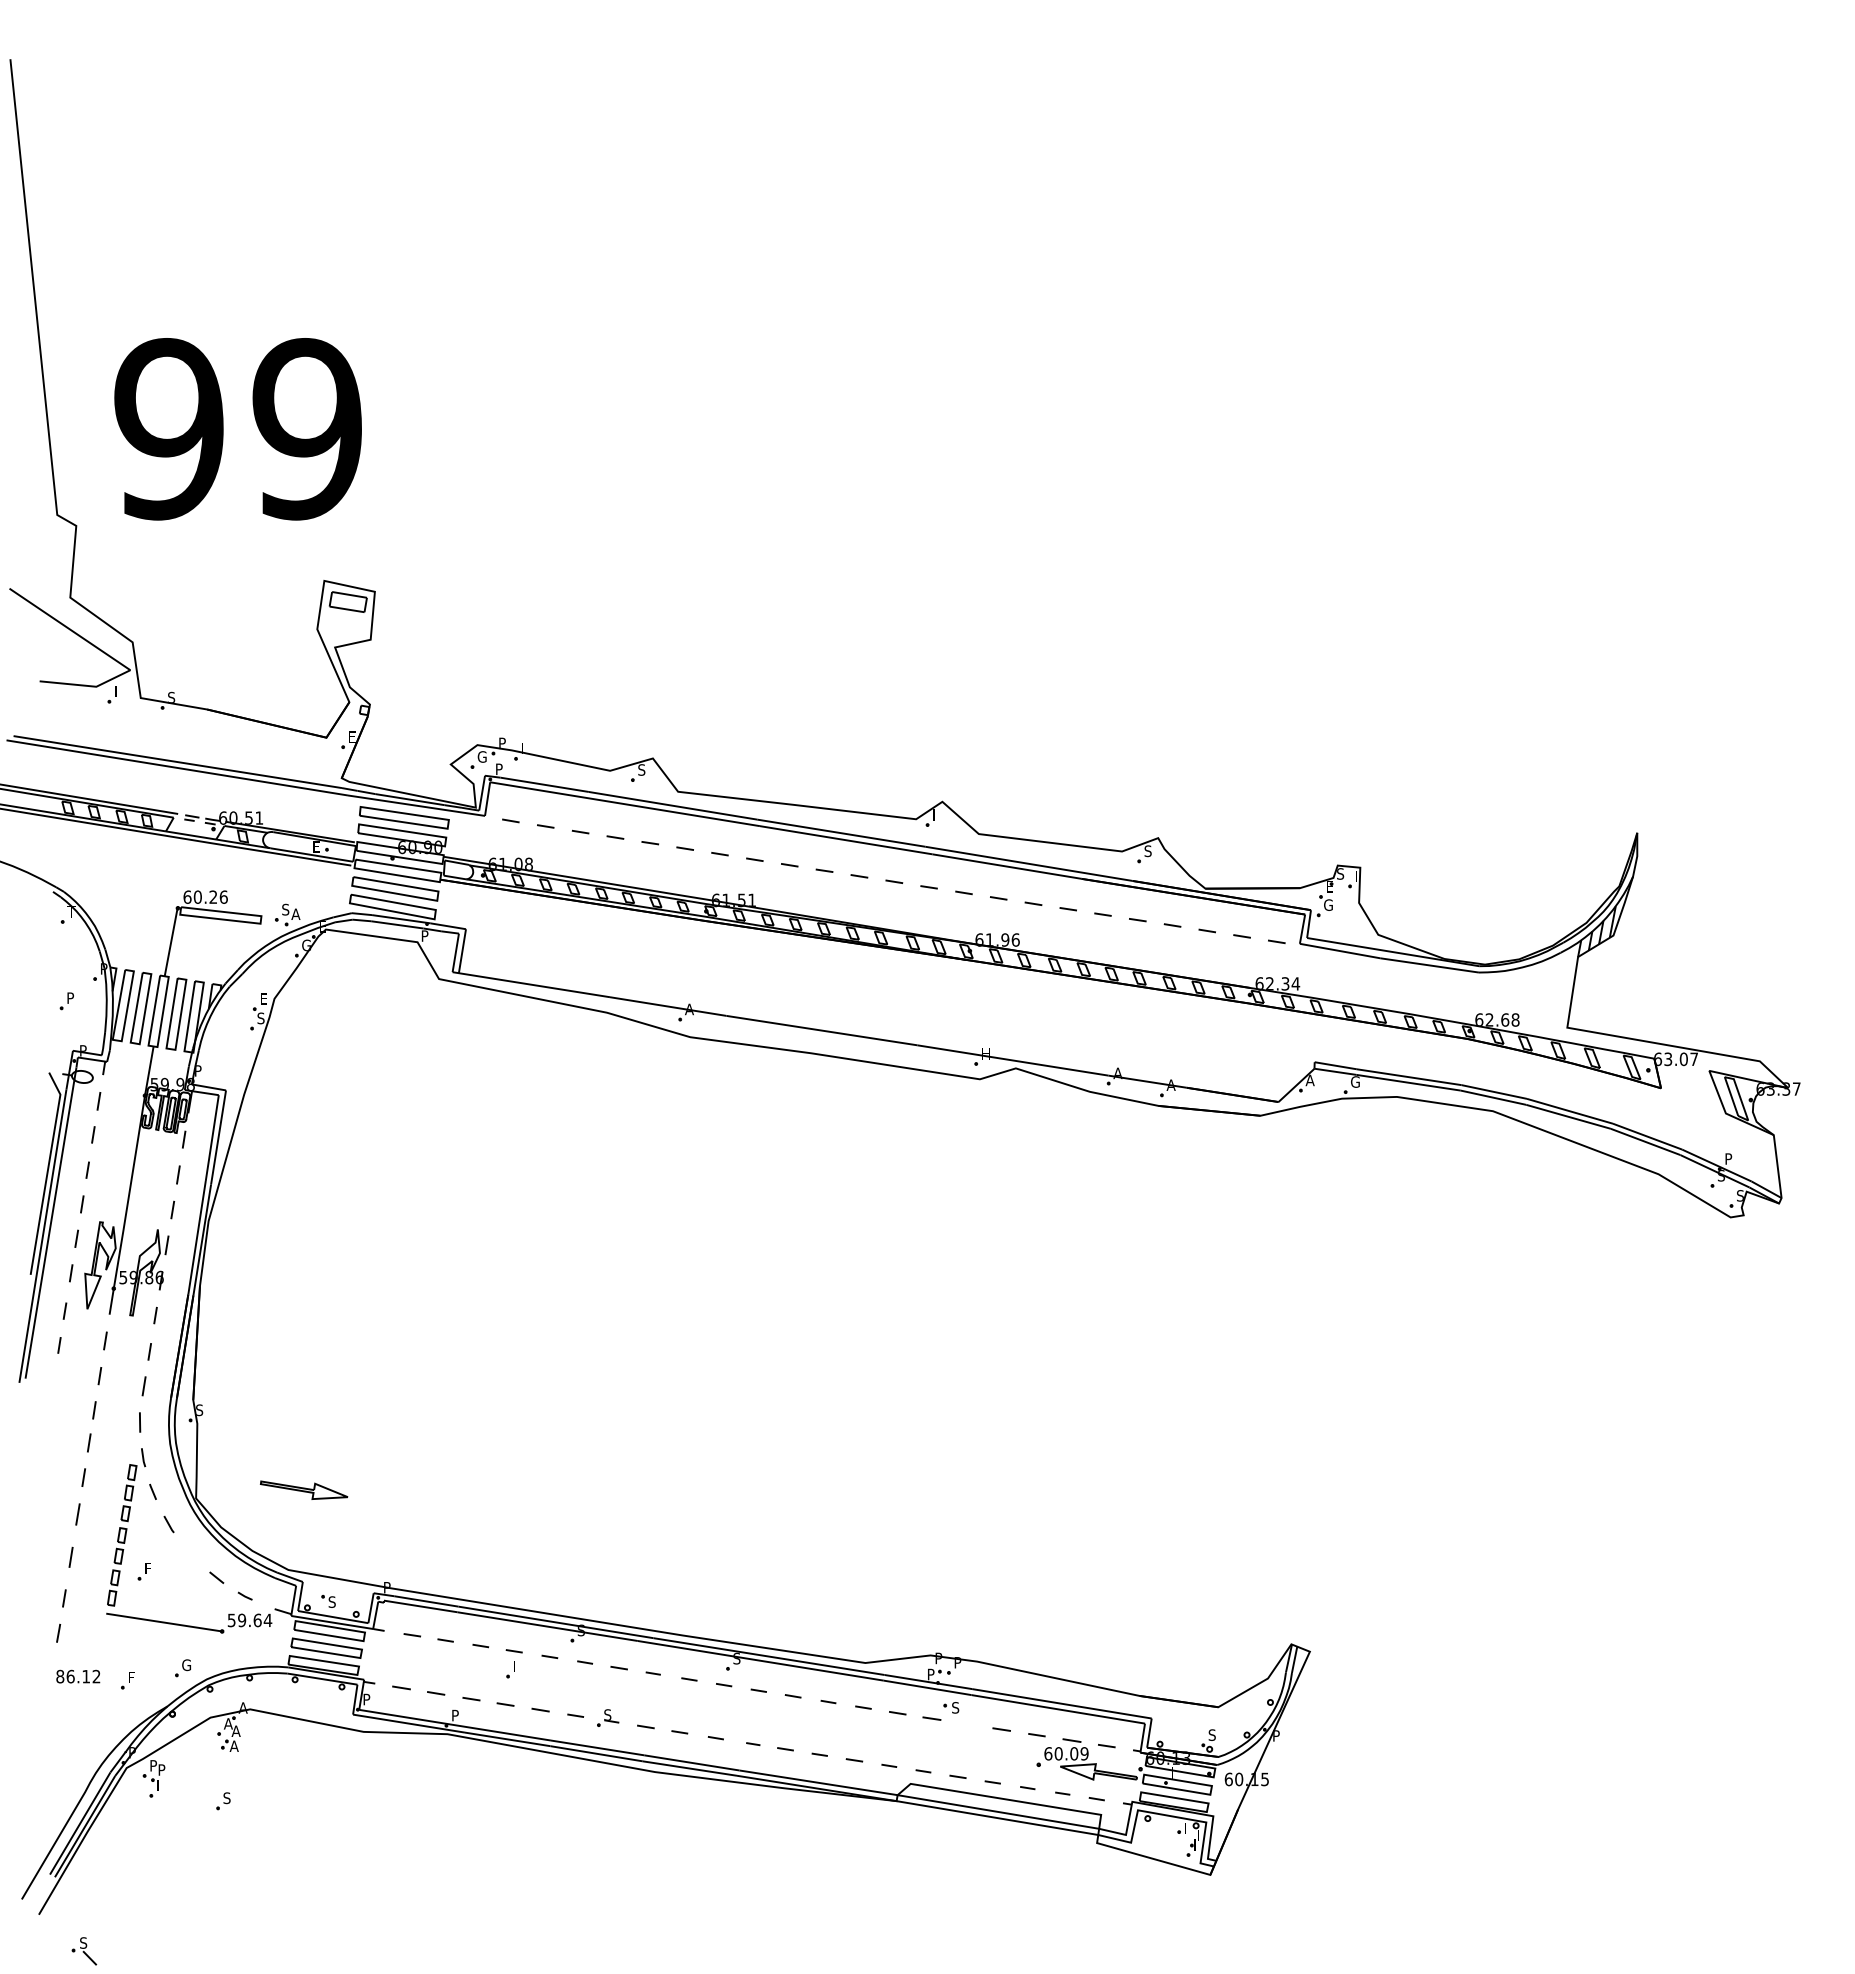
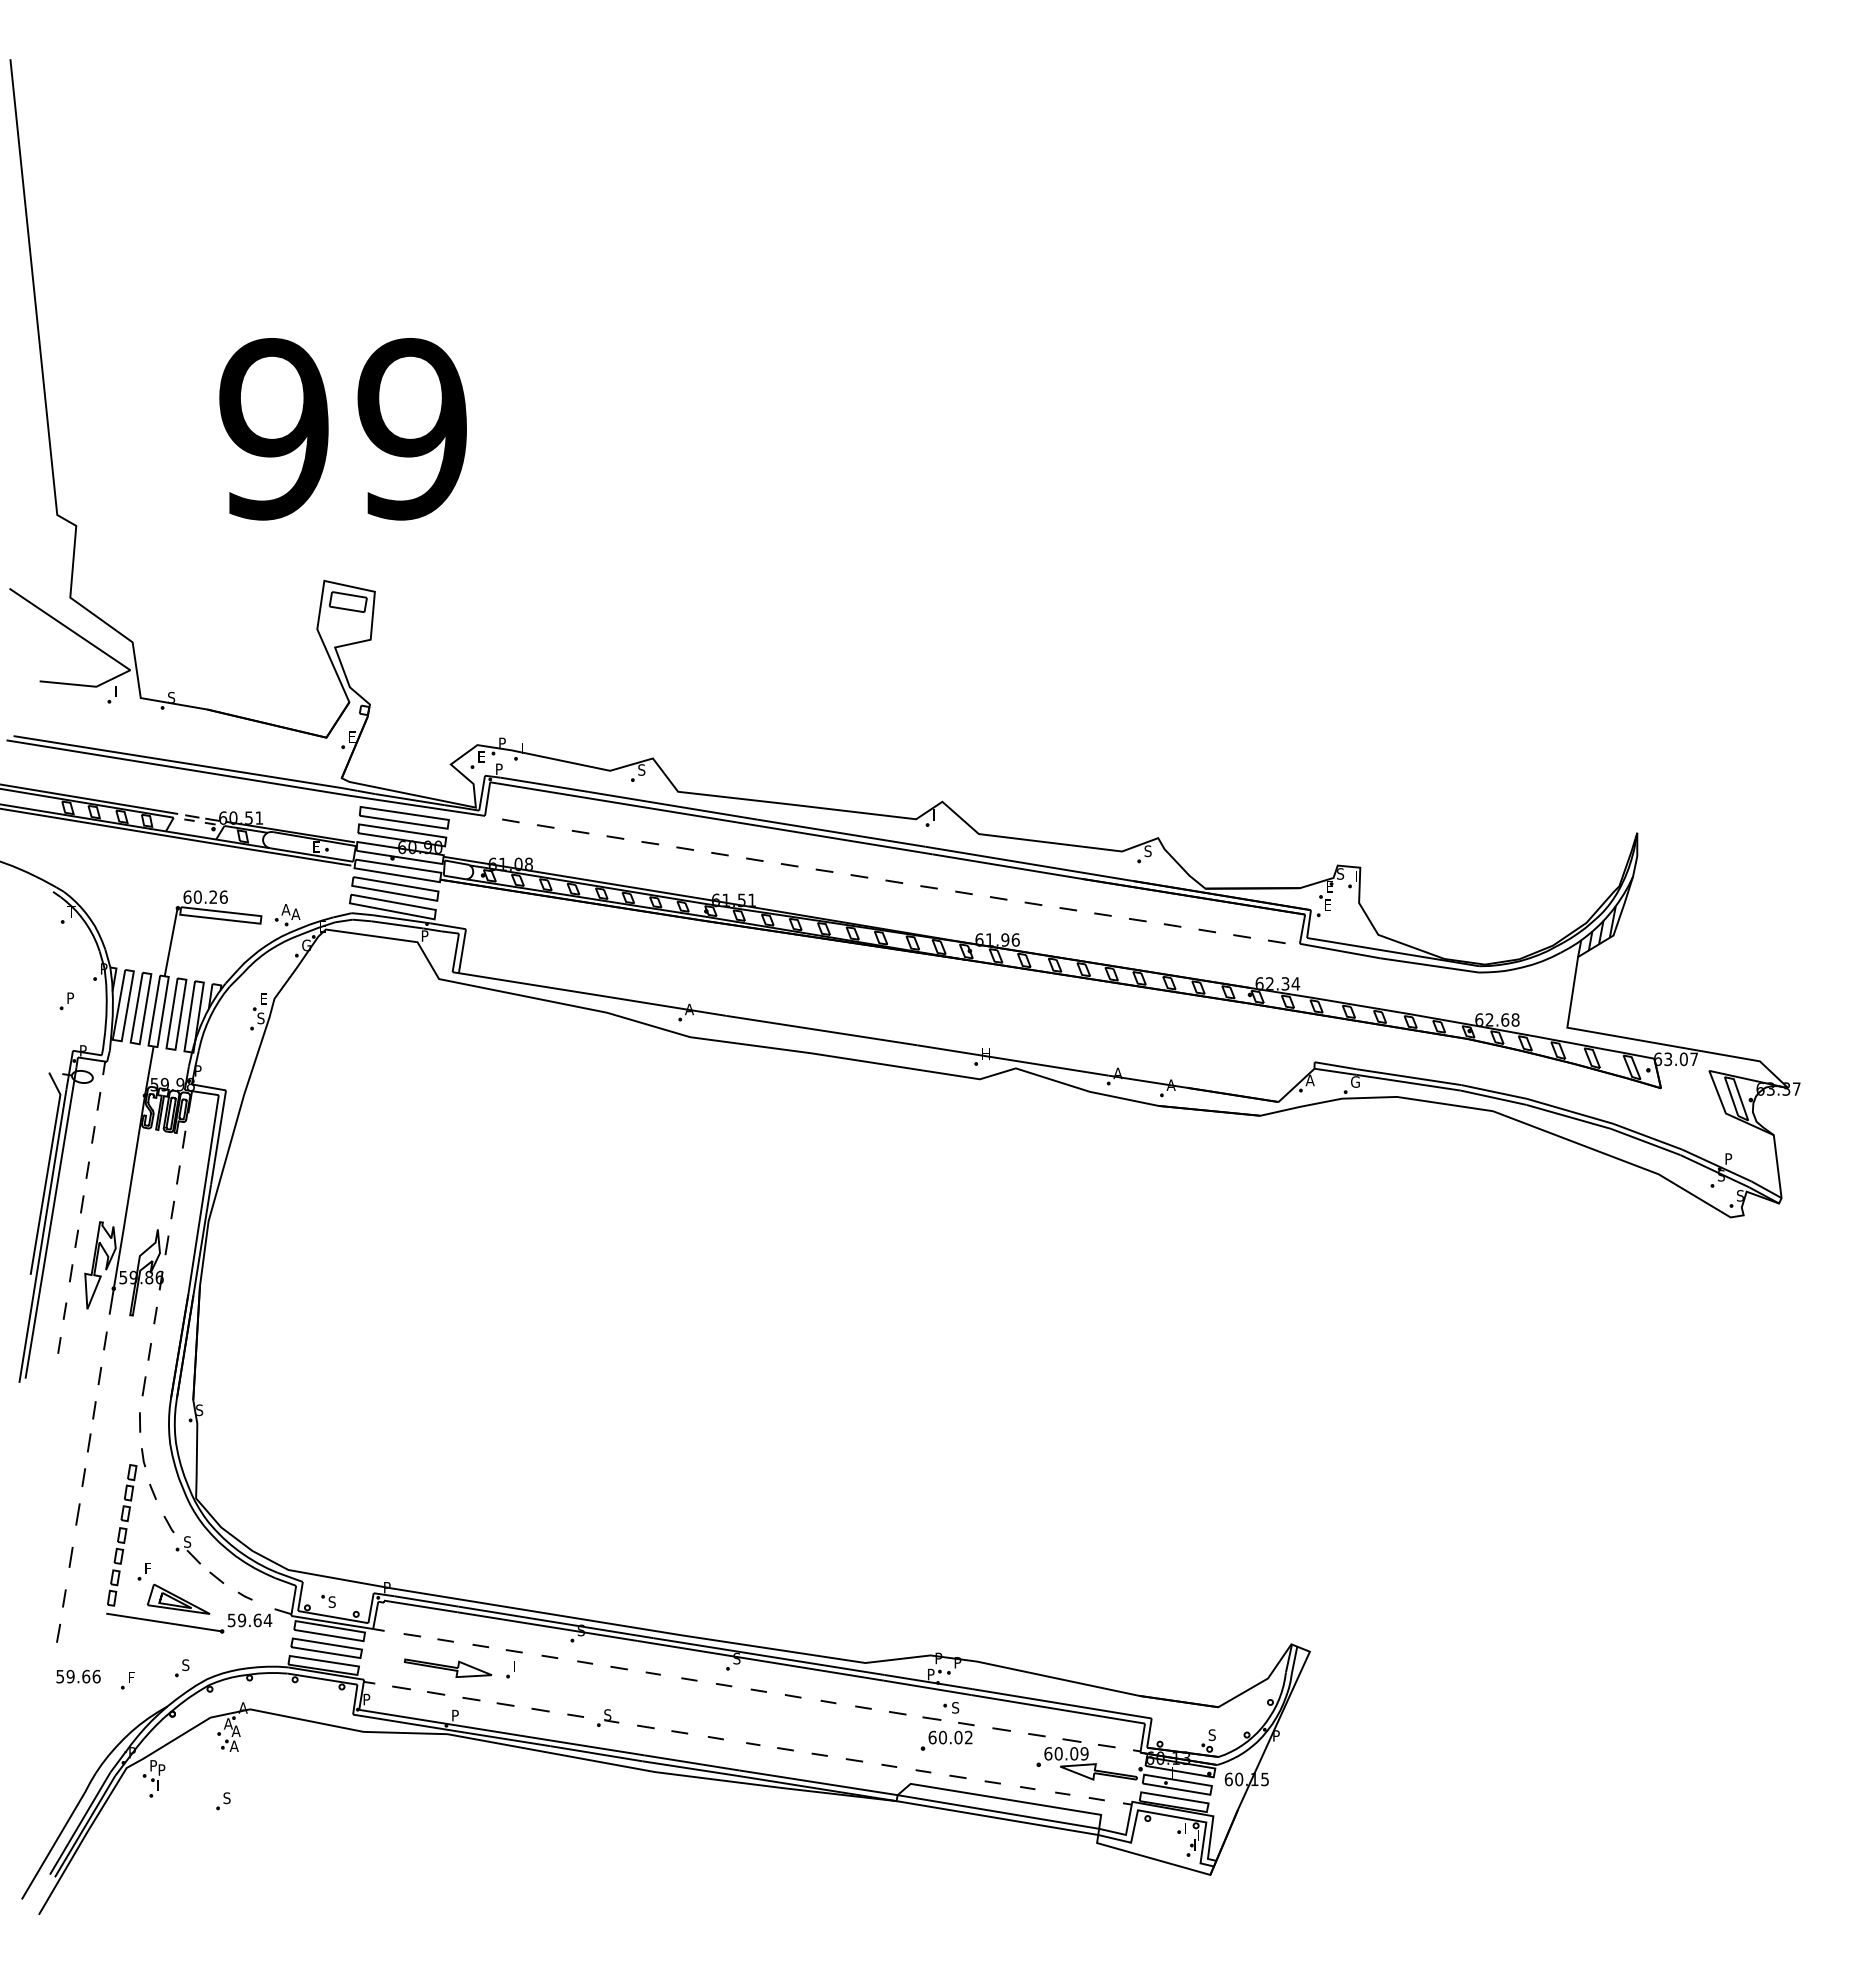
text at (237, 429) position: (237, 429) -> (342, 429)
text at (481, 756): G -> E
text at (1328, 904): G -> E
text at (285, 909): S -> A
part at (303, 1489) position: (303, 1489) -> (447, 1667)
part at (178, 1598): none -> present
text at (186, 1665): G -> S
text at (78, 1676): 86.12 -> 59.66
part at (947, 1736): none -> present
part at (84, 1951) position: (84, 1951) -> (188, 1550)
